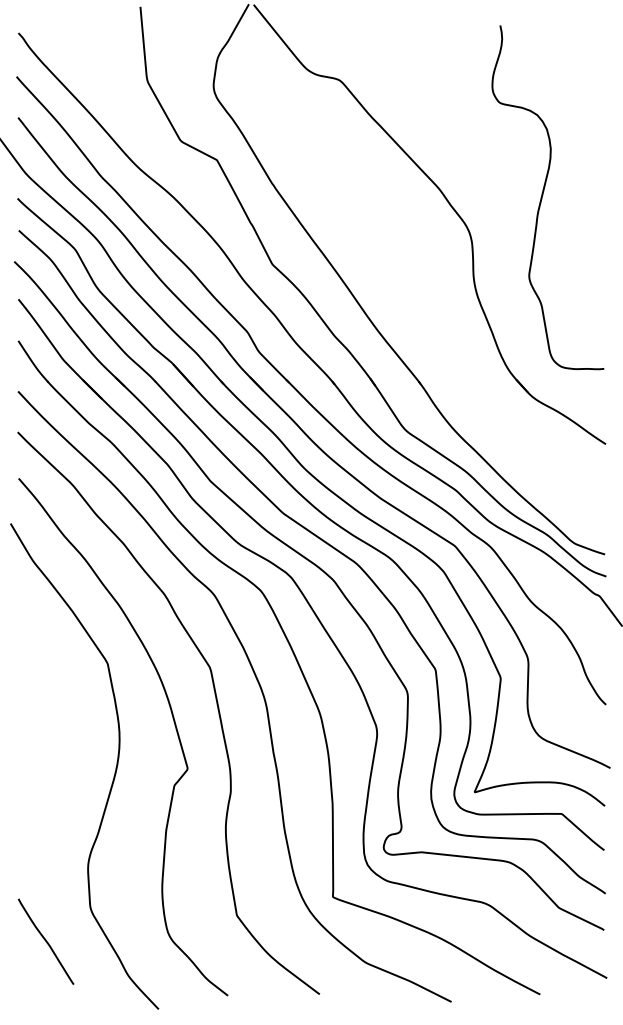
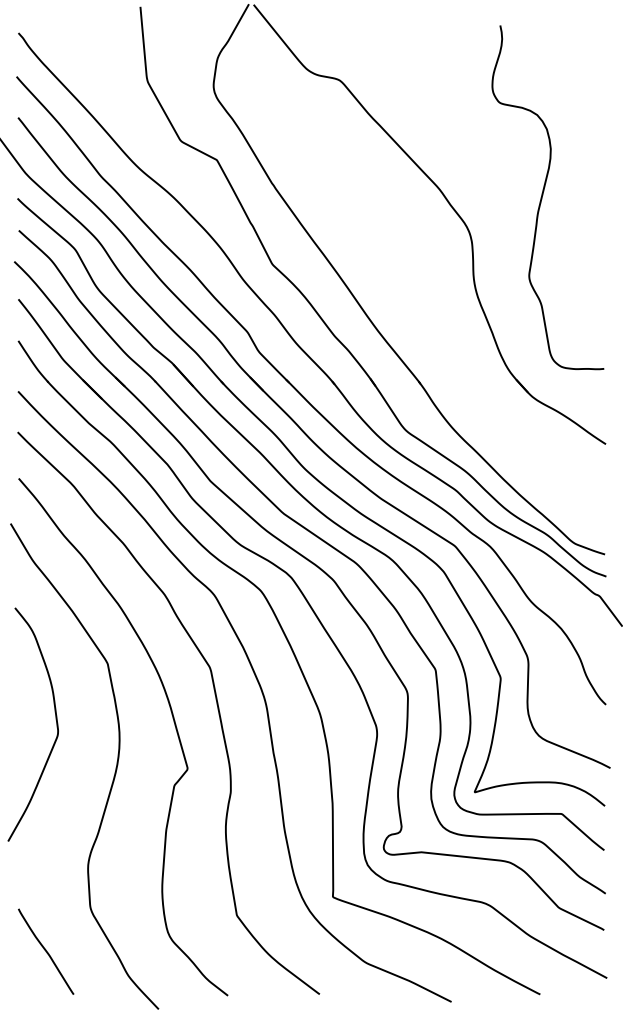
curve at (55, 719): none -> present
curve at (46, 941) position: (46, 941) -> (46, 951)
